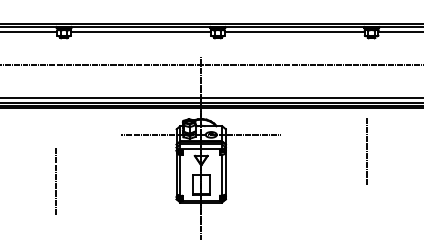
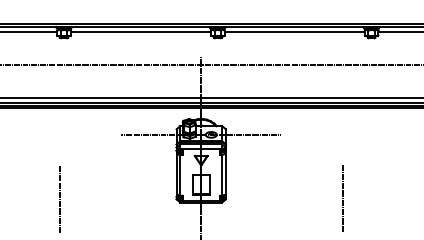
line at (366, 151) position: (366, 151) -> (342, 198)
line at (55, 181) position: (55, 181) -> (59, 199)
